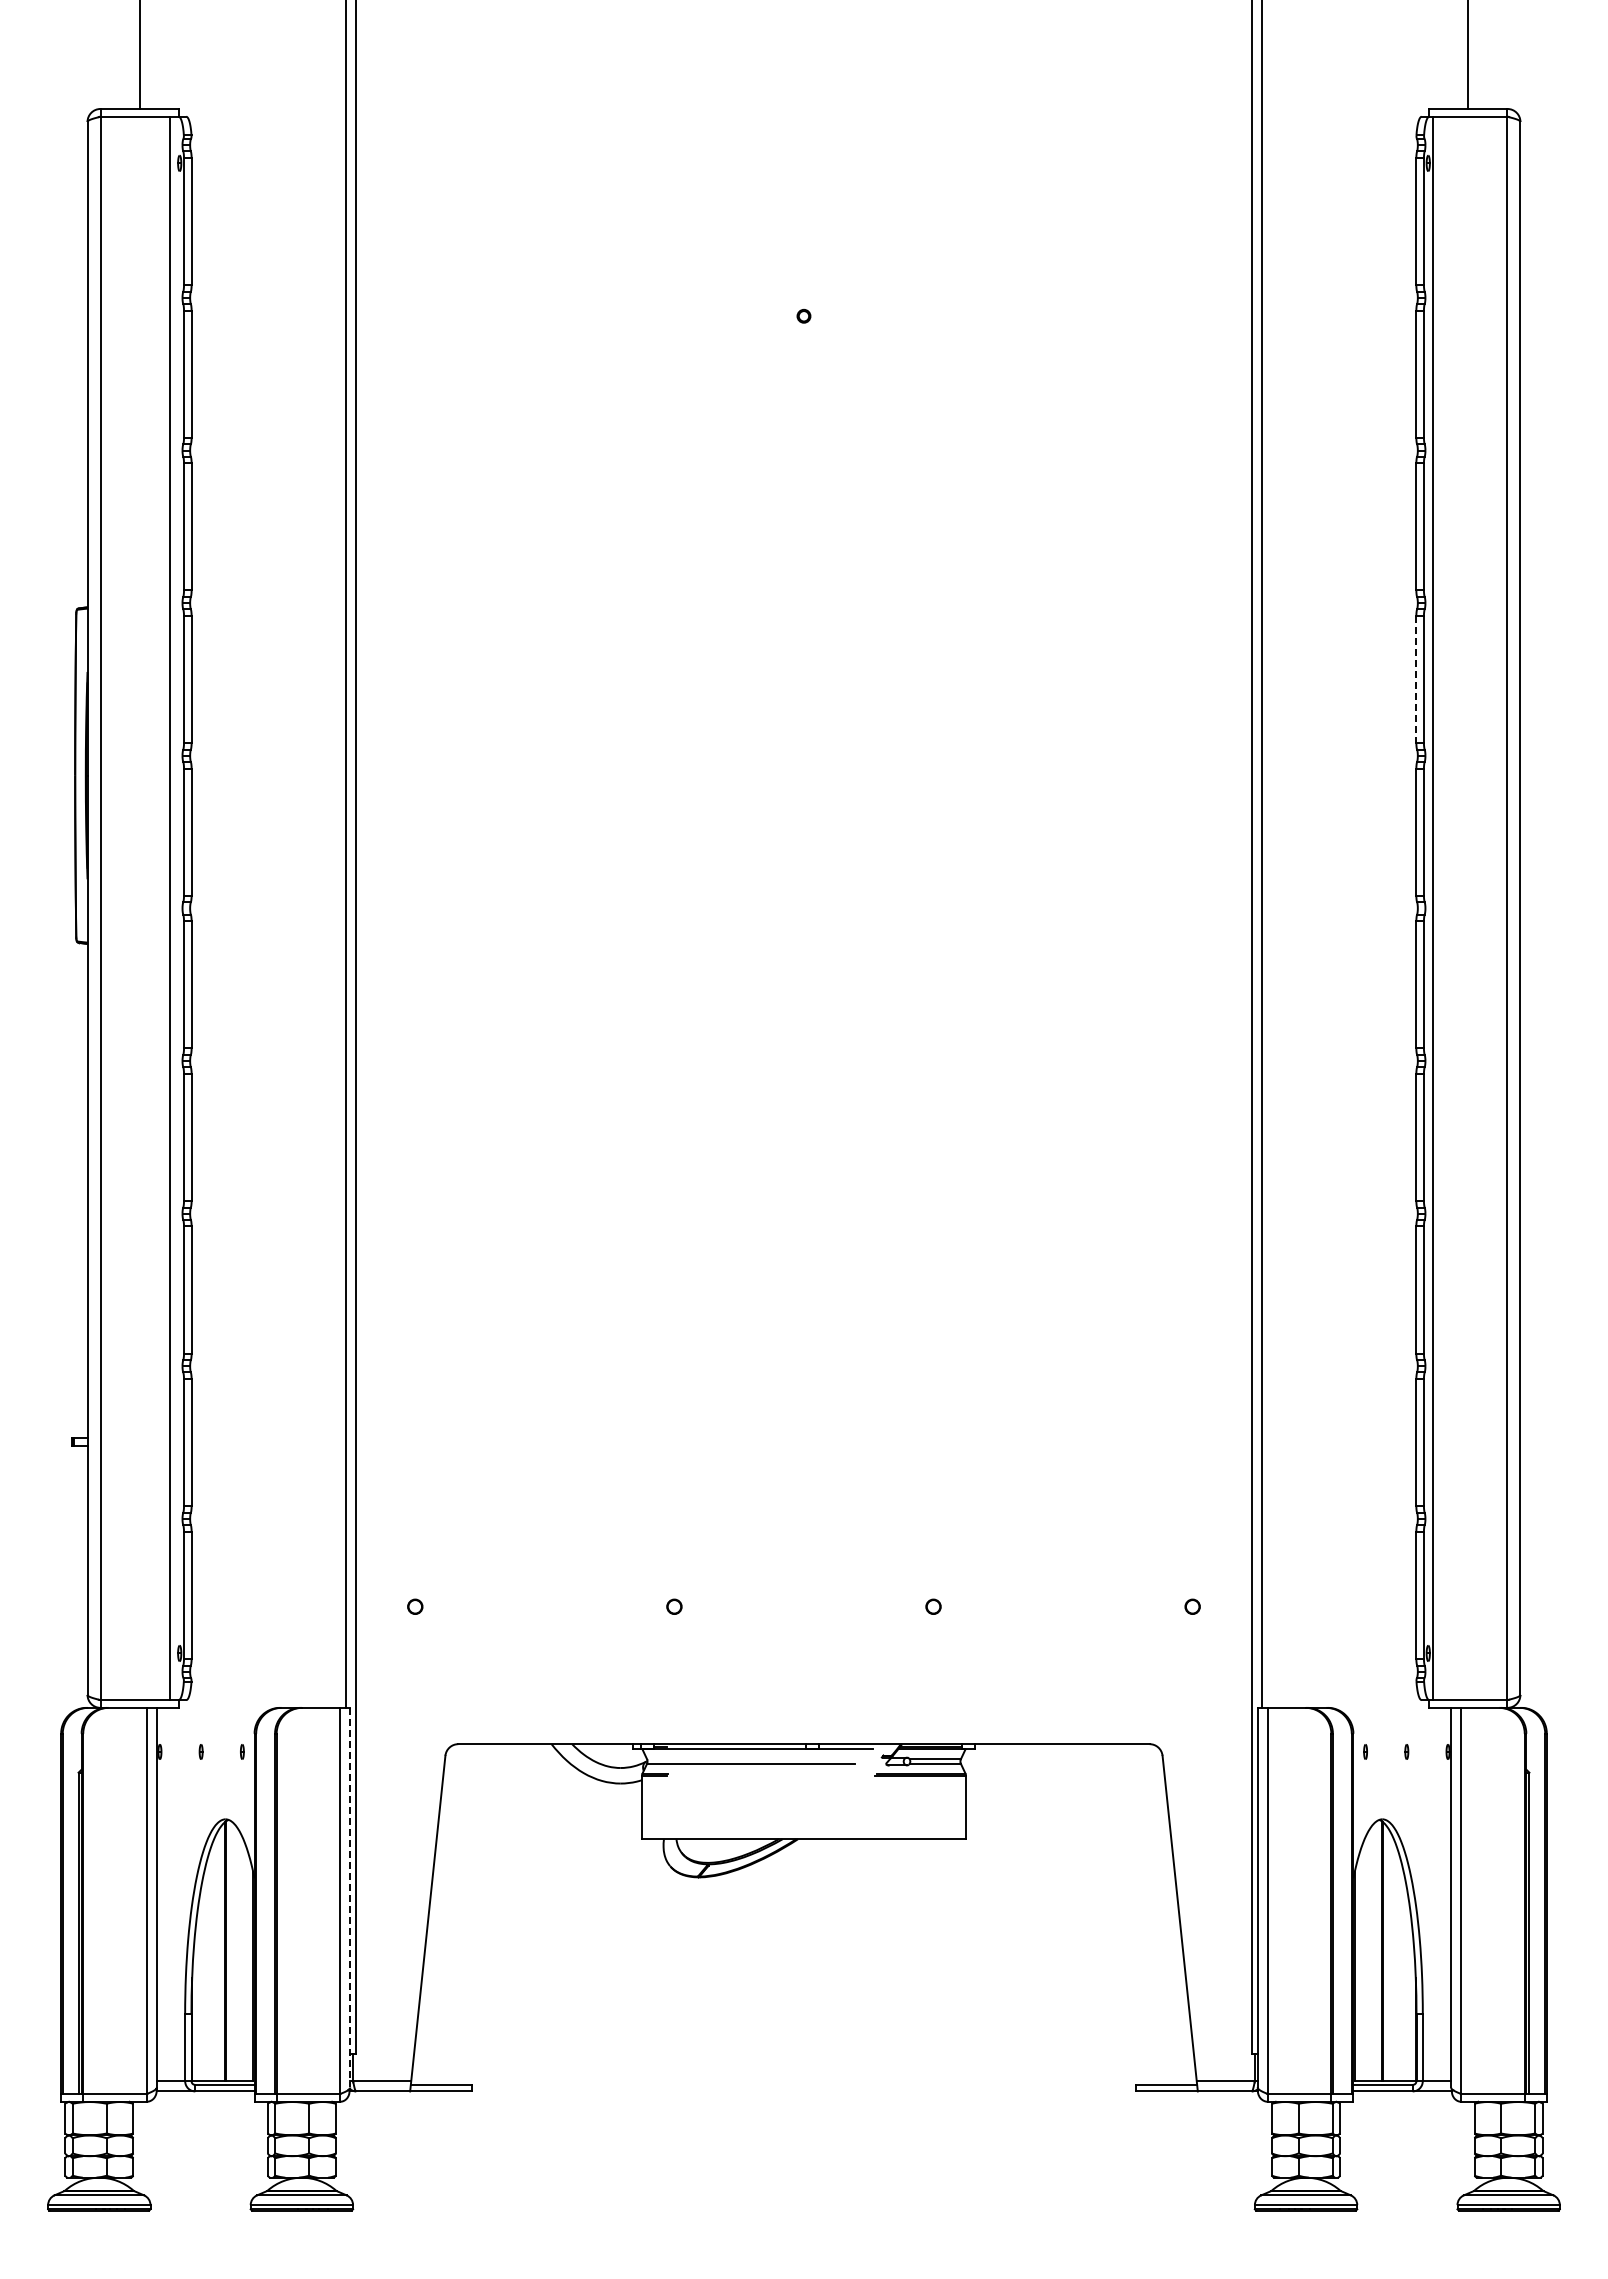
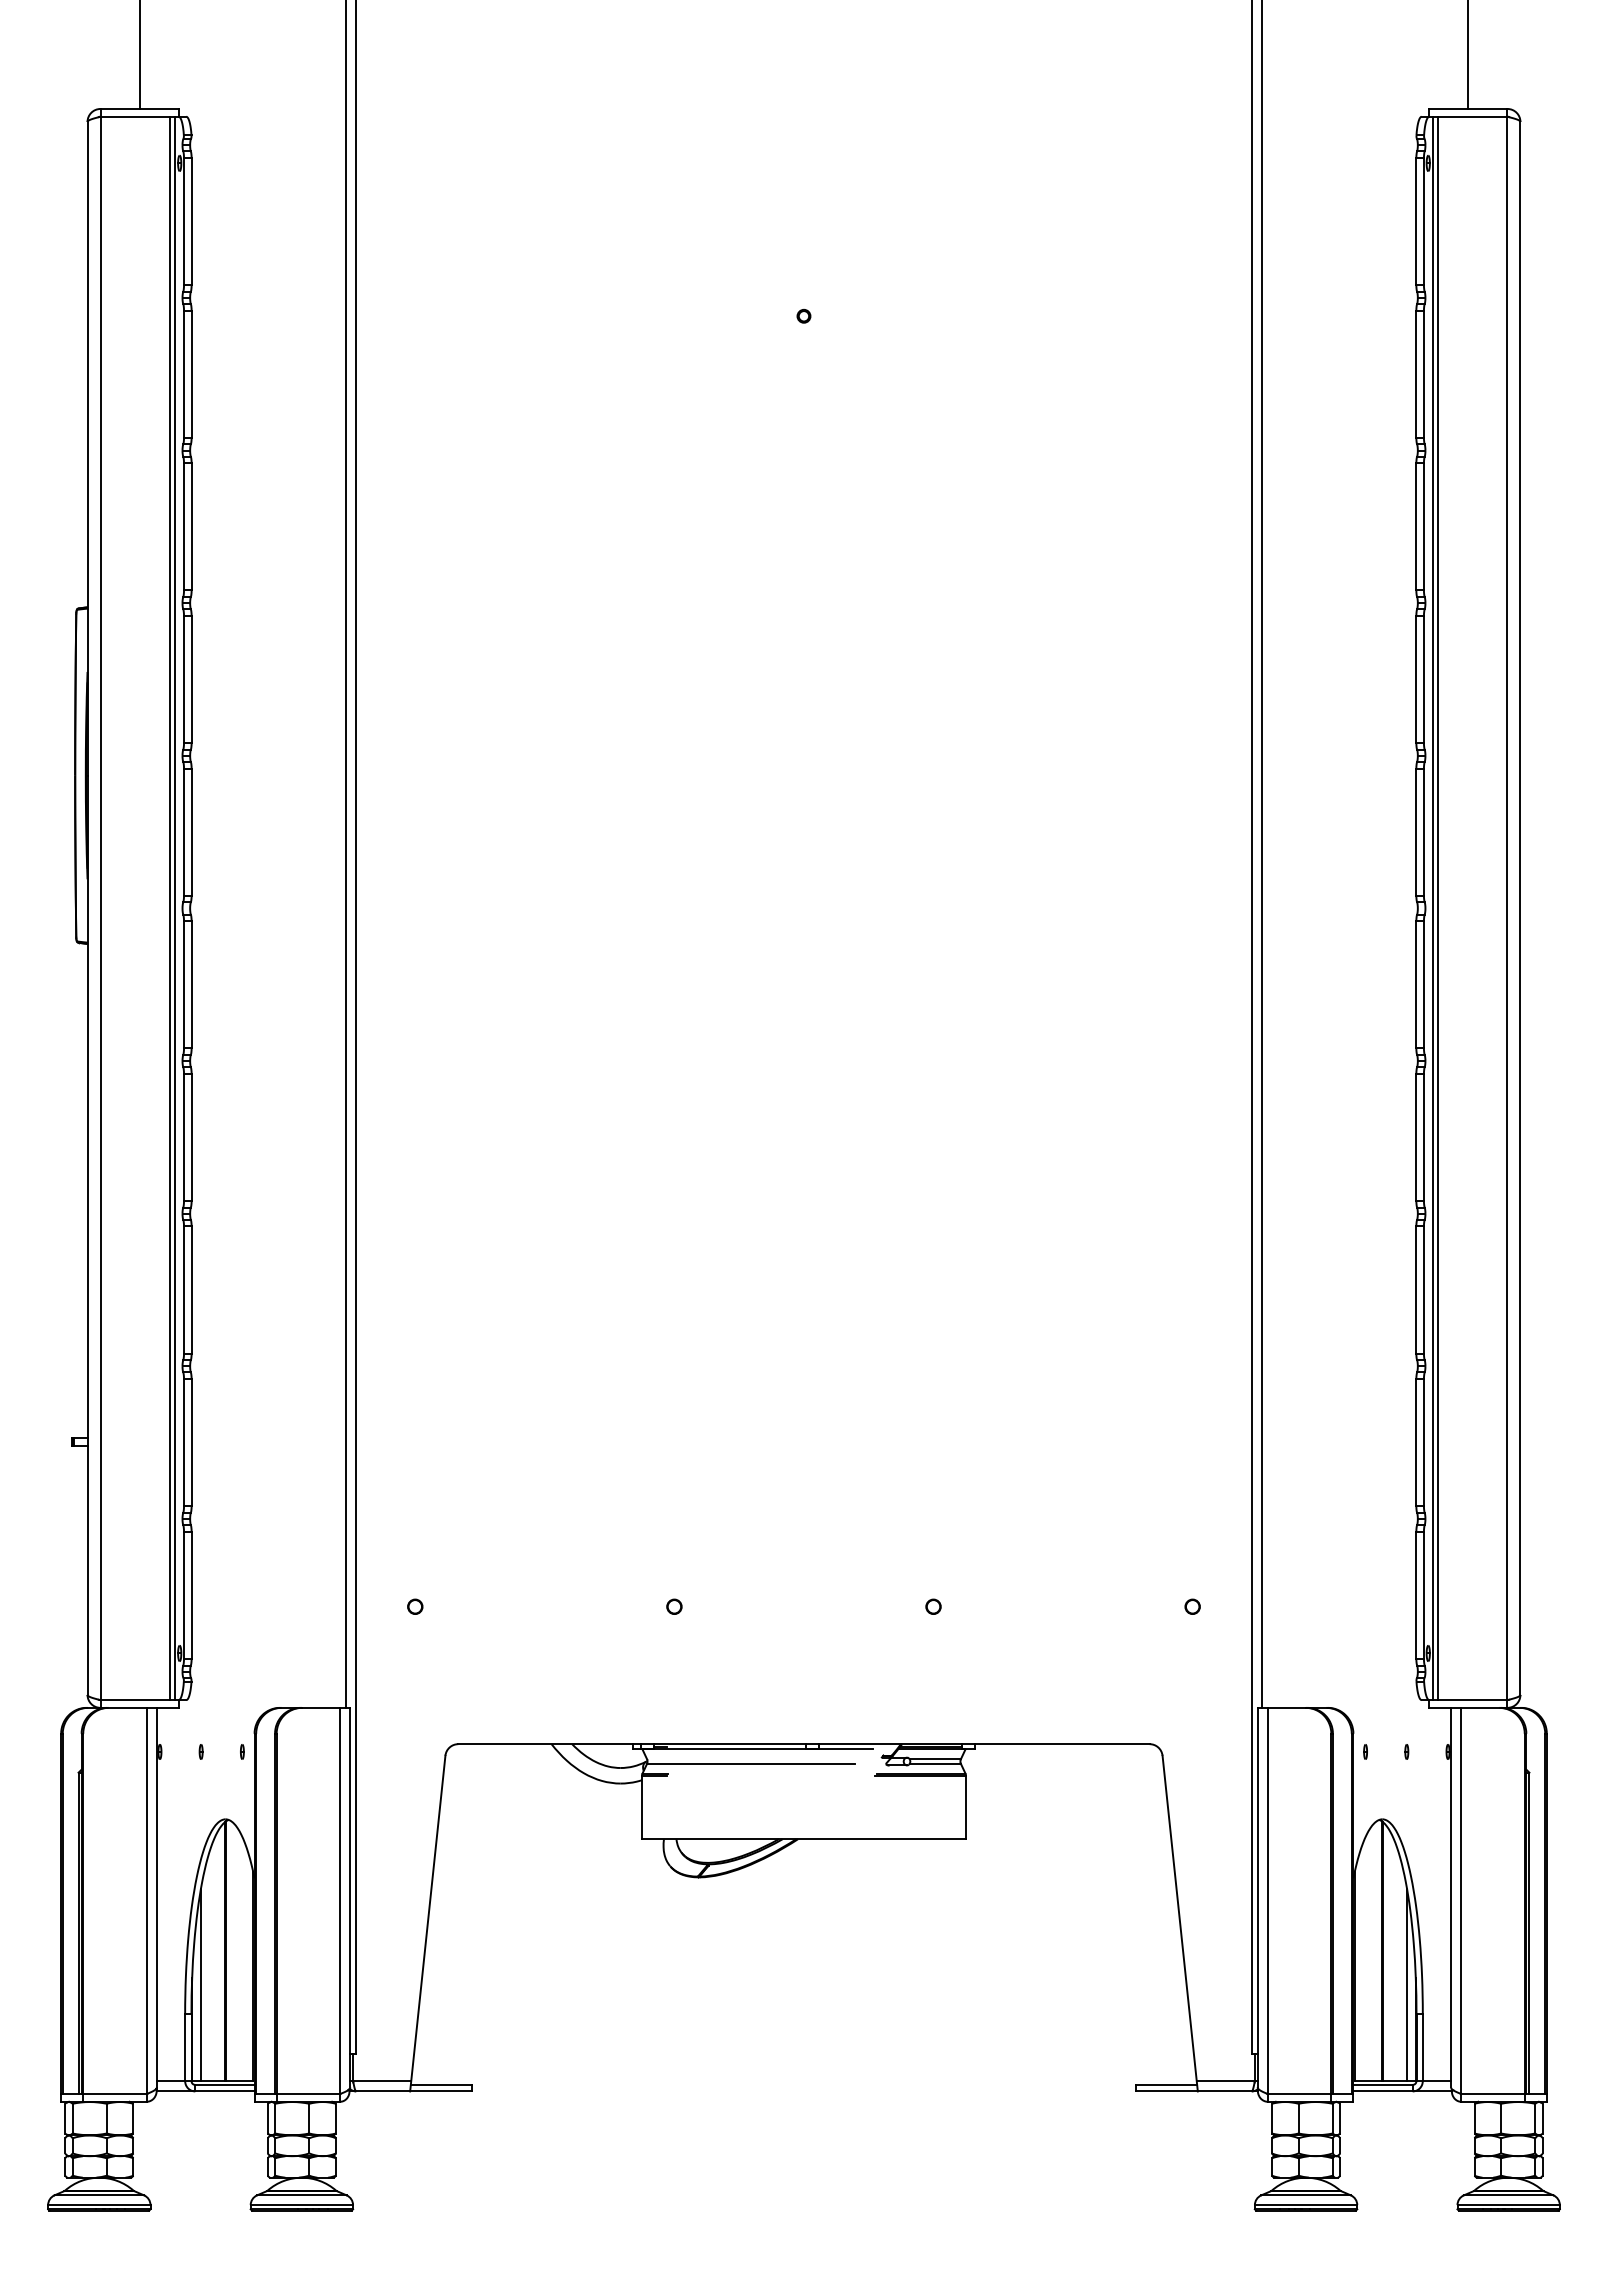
line at (1416, 679): dashed -> solid
line at (175, 908): none -> present
line at (1437, 908): none -> present
line at (350, 1897): dashed -> solid
line at (200, 1984): none -> present
line at (1407, 1984): none -> present
